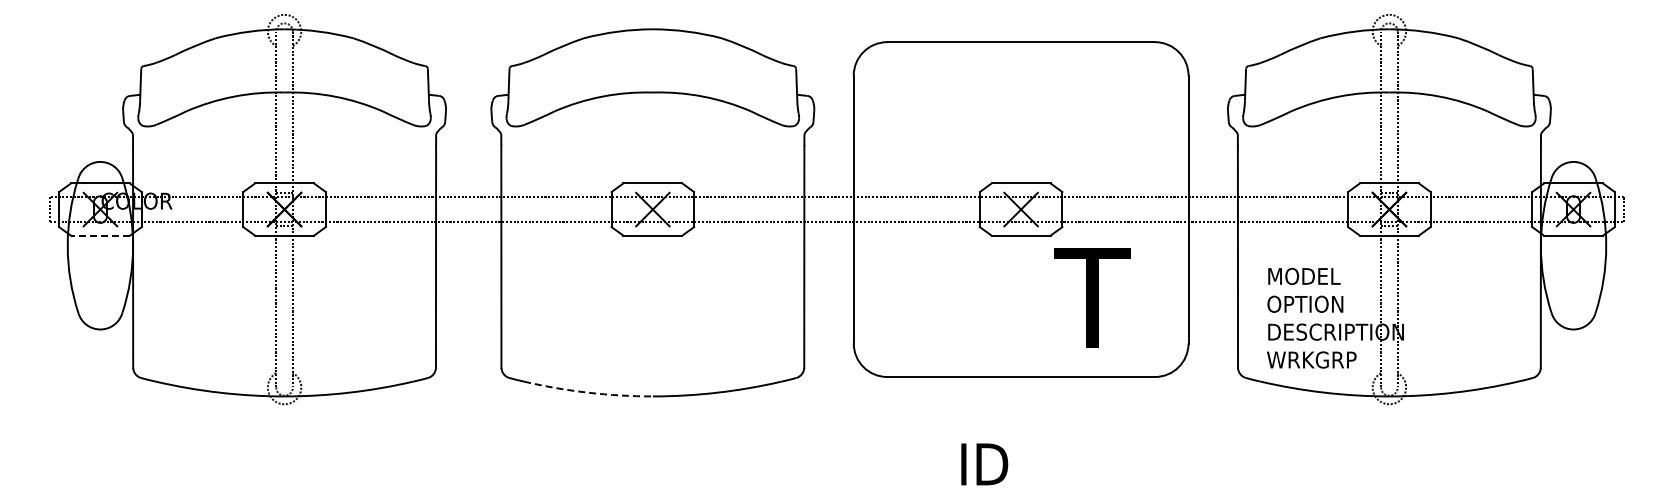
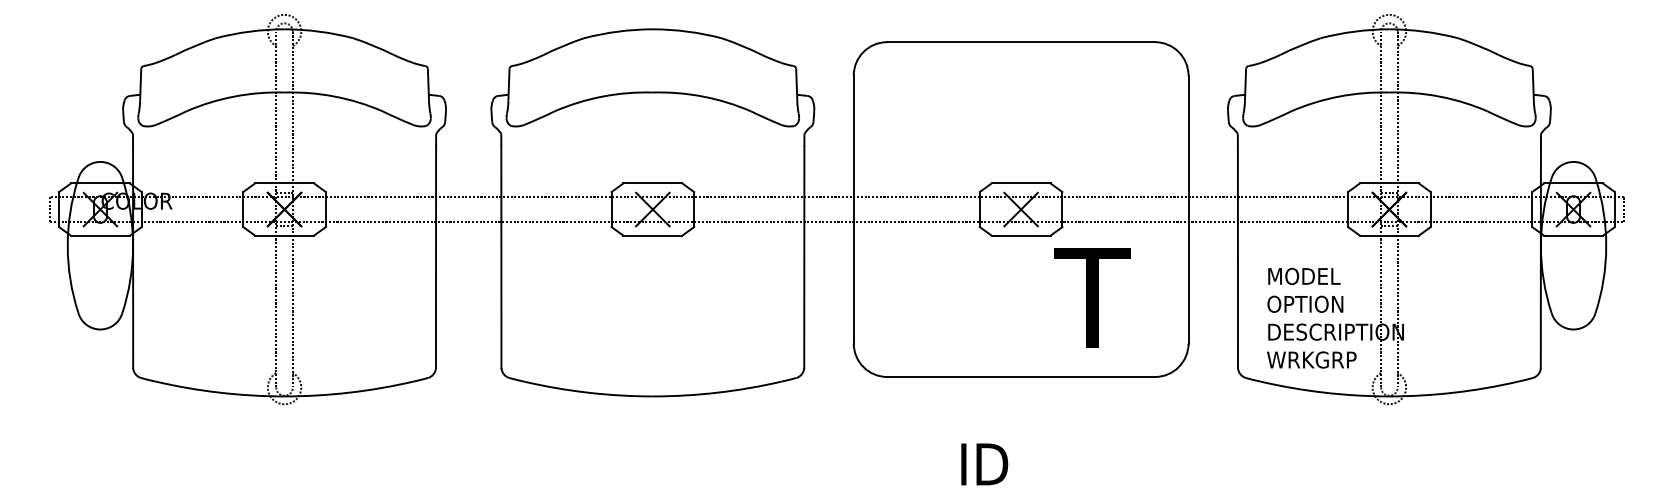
line at (99, 235): dashed -> solid
arc at (588, 392): dashed -> solid
